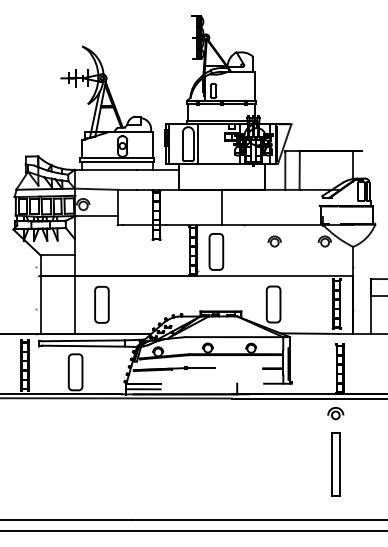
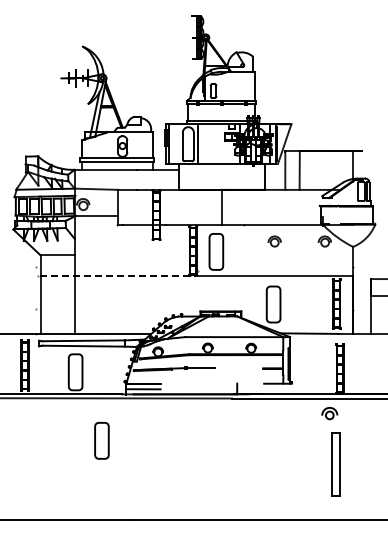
line at (117, 276): solid -> dashed
part at (101, 304) position: (101, 304) -> (101, 440)
part at (335, 413) position: (335, 413) -> (329, 413)
line at (193, 530): present -> none
